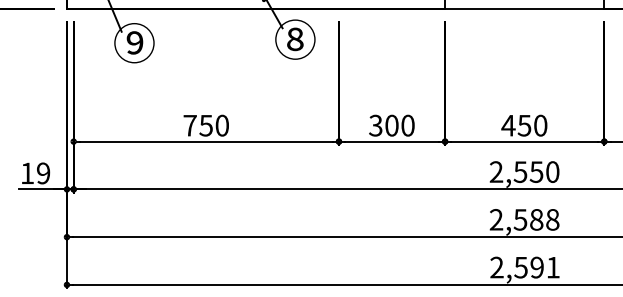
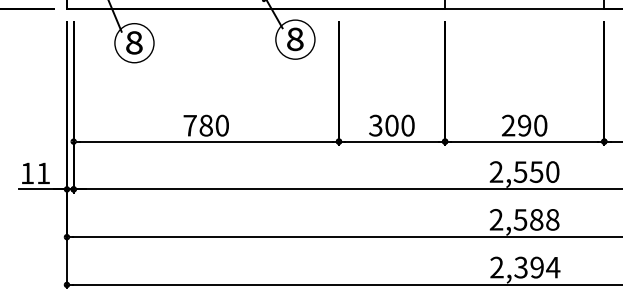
text at (134, 42): ⑨ -> ⑧
text at (205, 125): 750 -> 780
text at (516, 125): 450 -> 290
text at (43, 173): 19 -> 11
text at (537, 267): 2,591 -> 2,394
